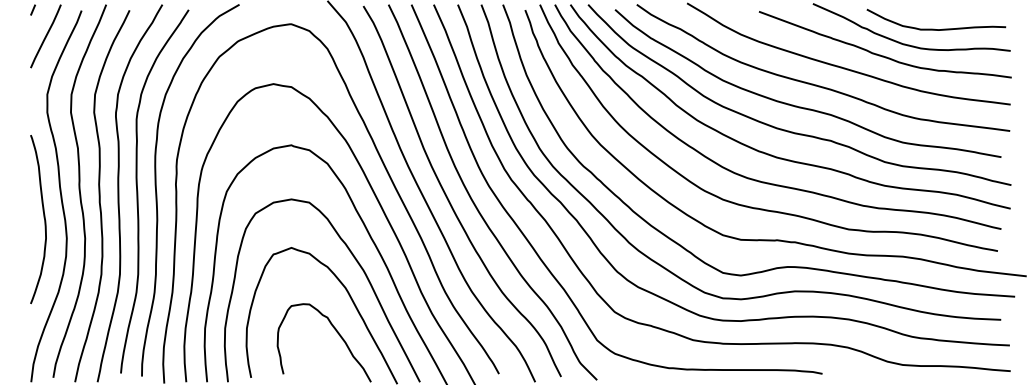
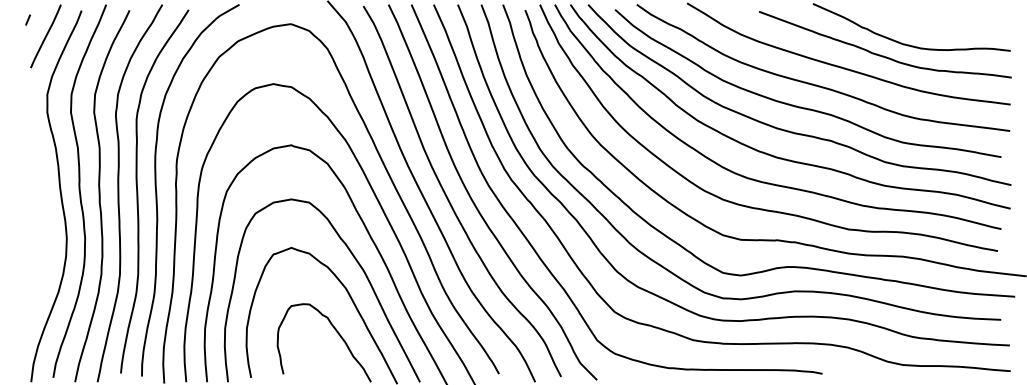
line at (32, 9) position: (32, 9) -> (27, 19)
curve at (934, 28): present -> none
curve at (43, 218): present -> none
